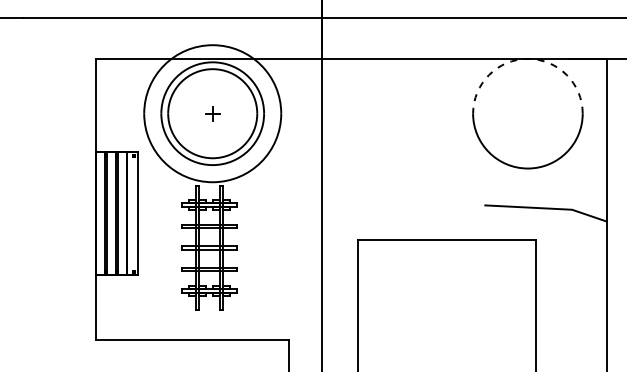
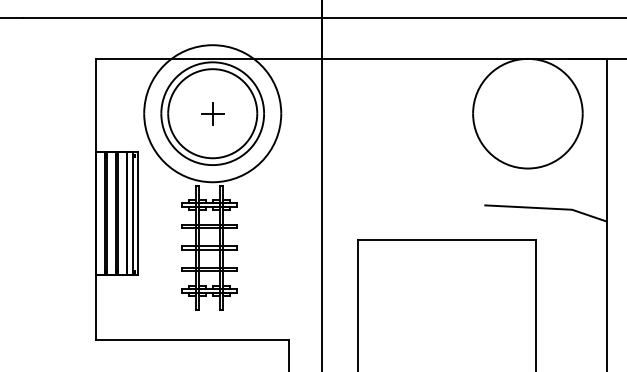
arc at (527, 58): dashed -> solid
part at (212, 113) size: 16x16 px -> 24x24 px
line at (132, 213): none -> present
